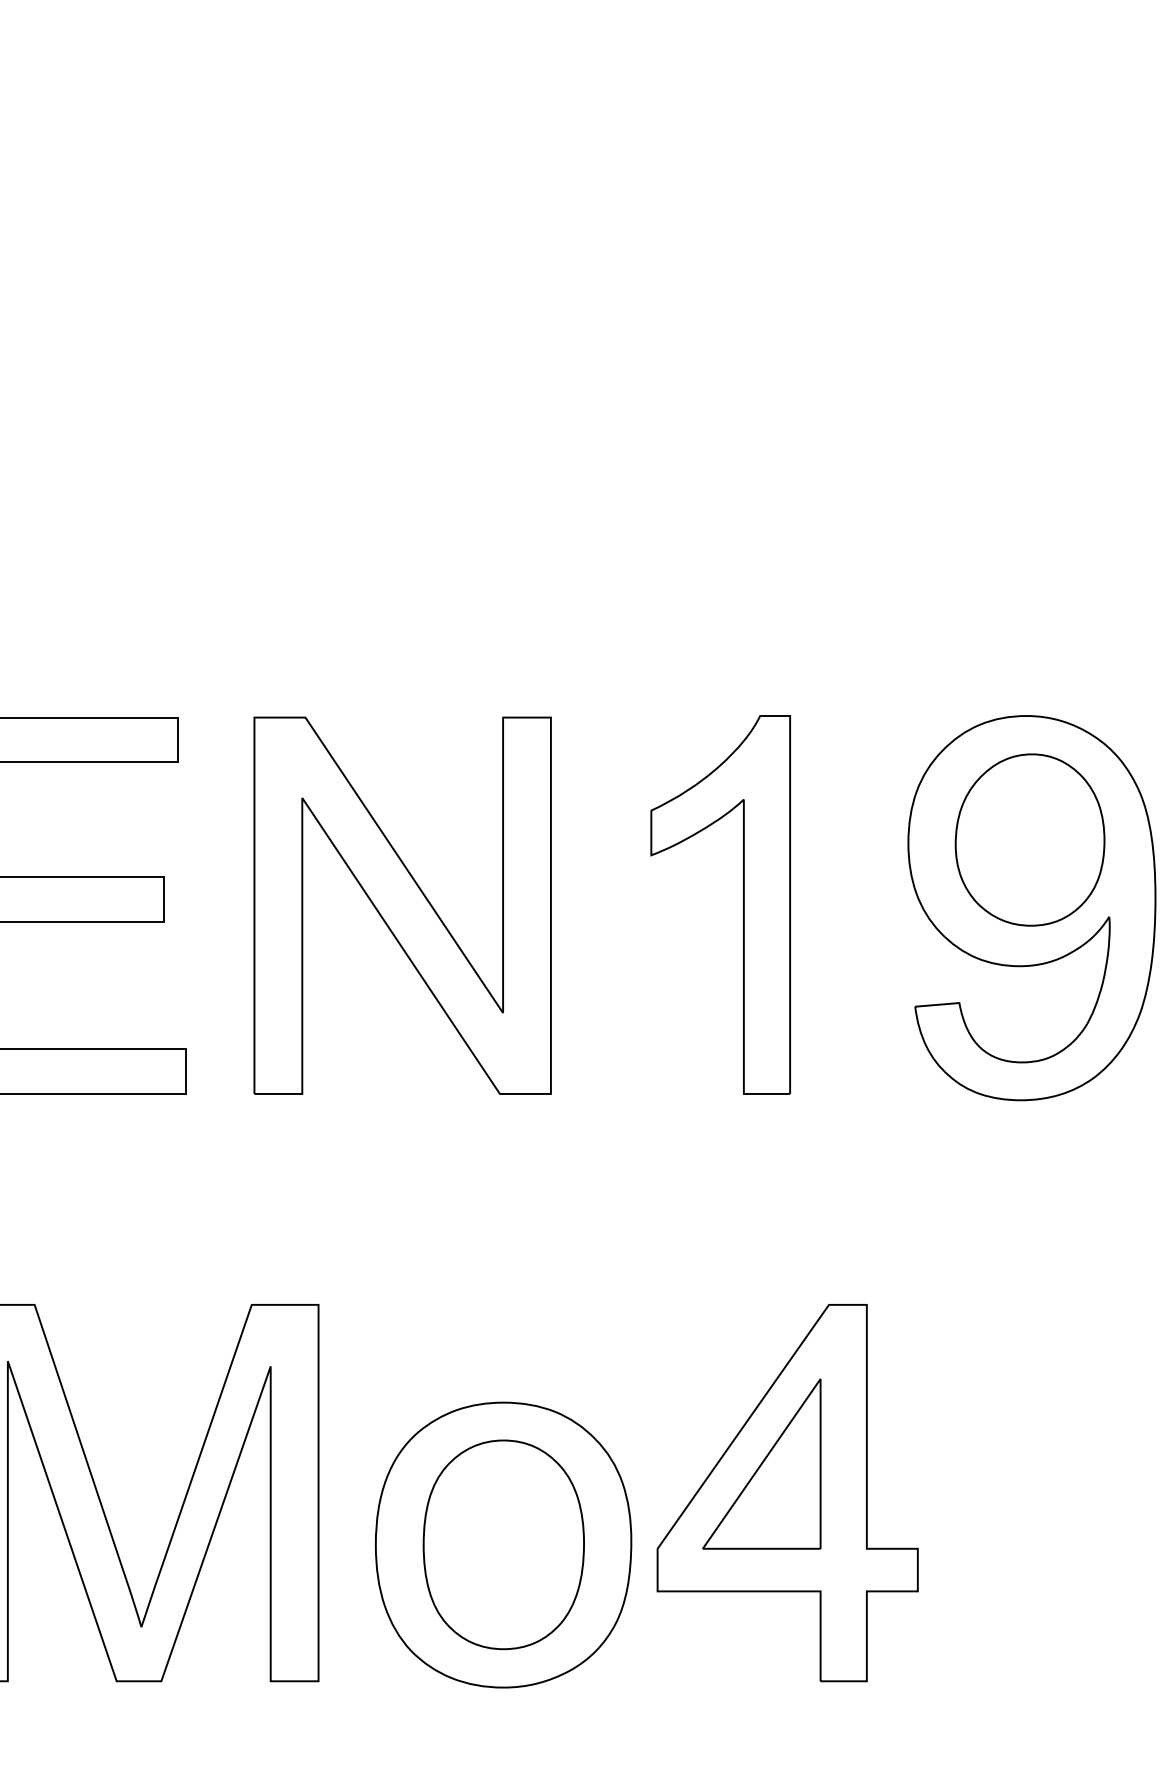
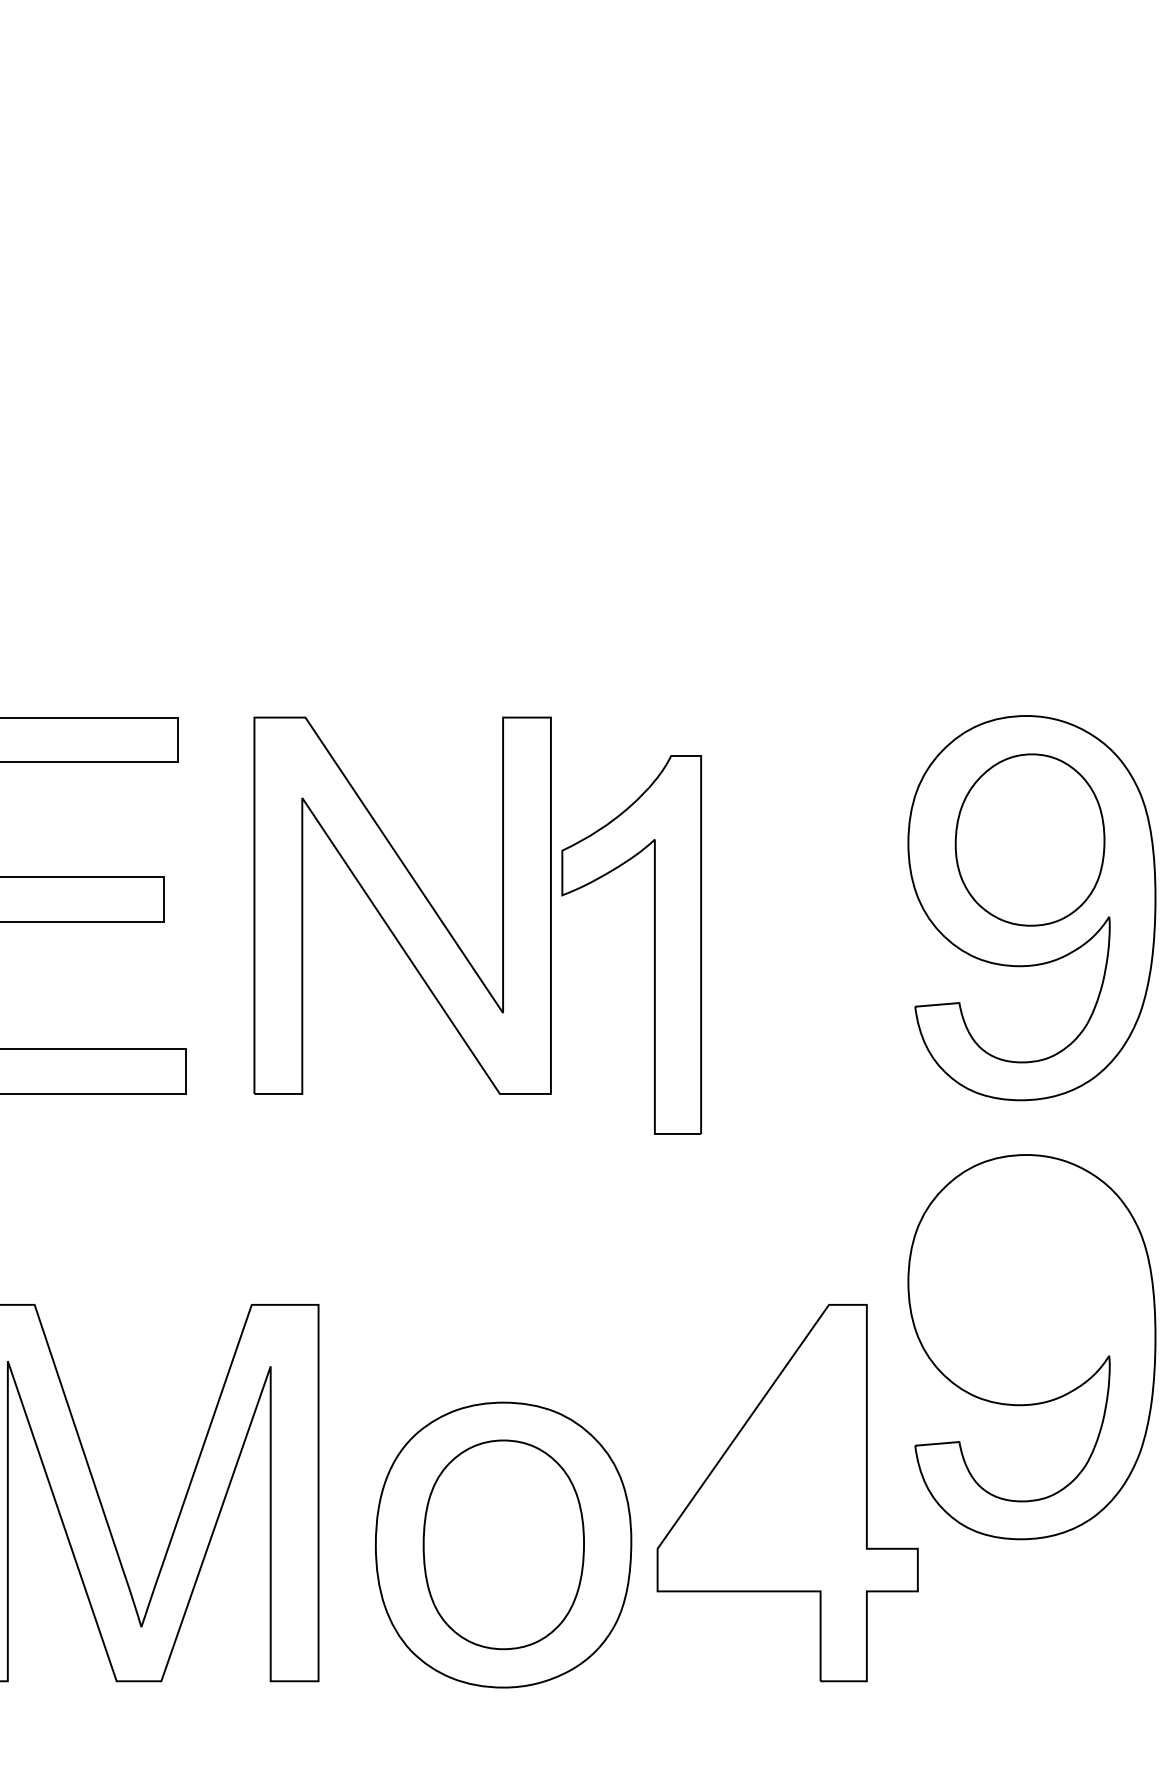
part at (743, 904) position: (743, 904) -> (654, 944)
part at (1031, 1347): none -> present
part at (761, 1463): present -> none
